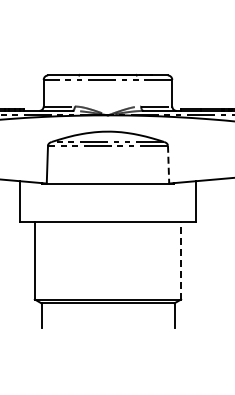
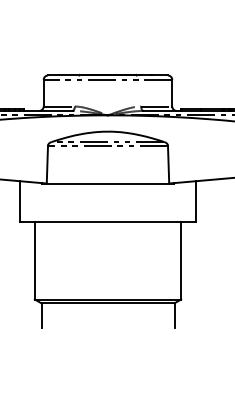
line at (168, 164): dashed -> solid
line at (181, 260): dashed -> solid
